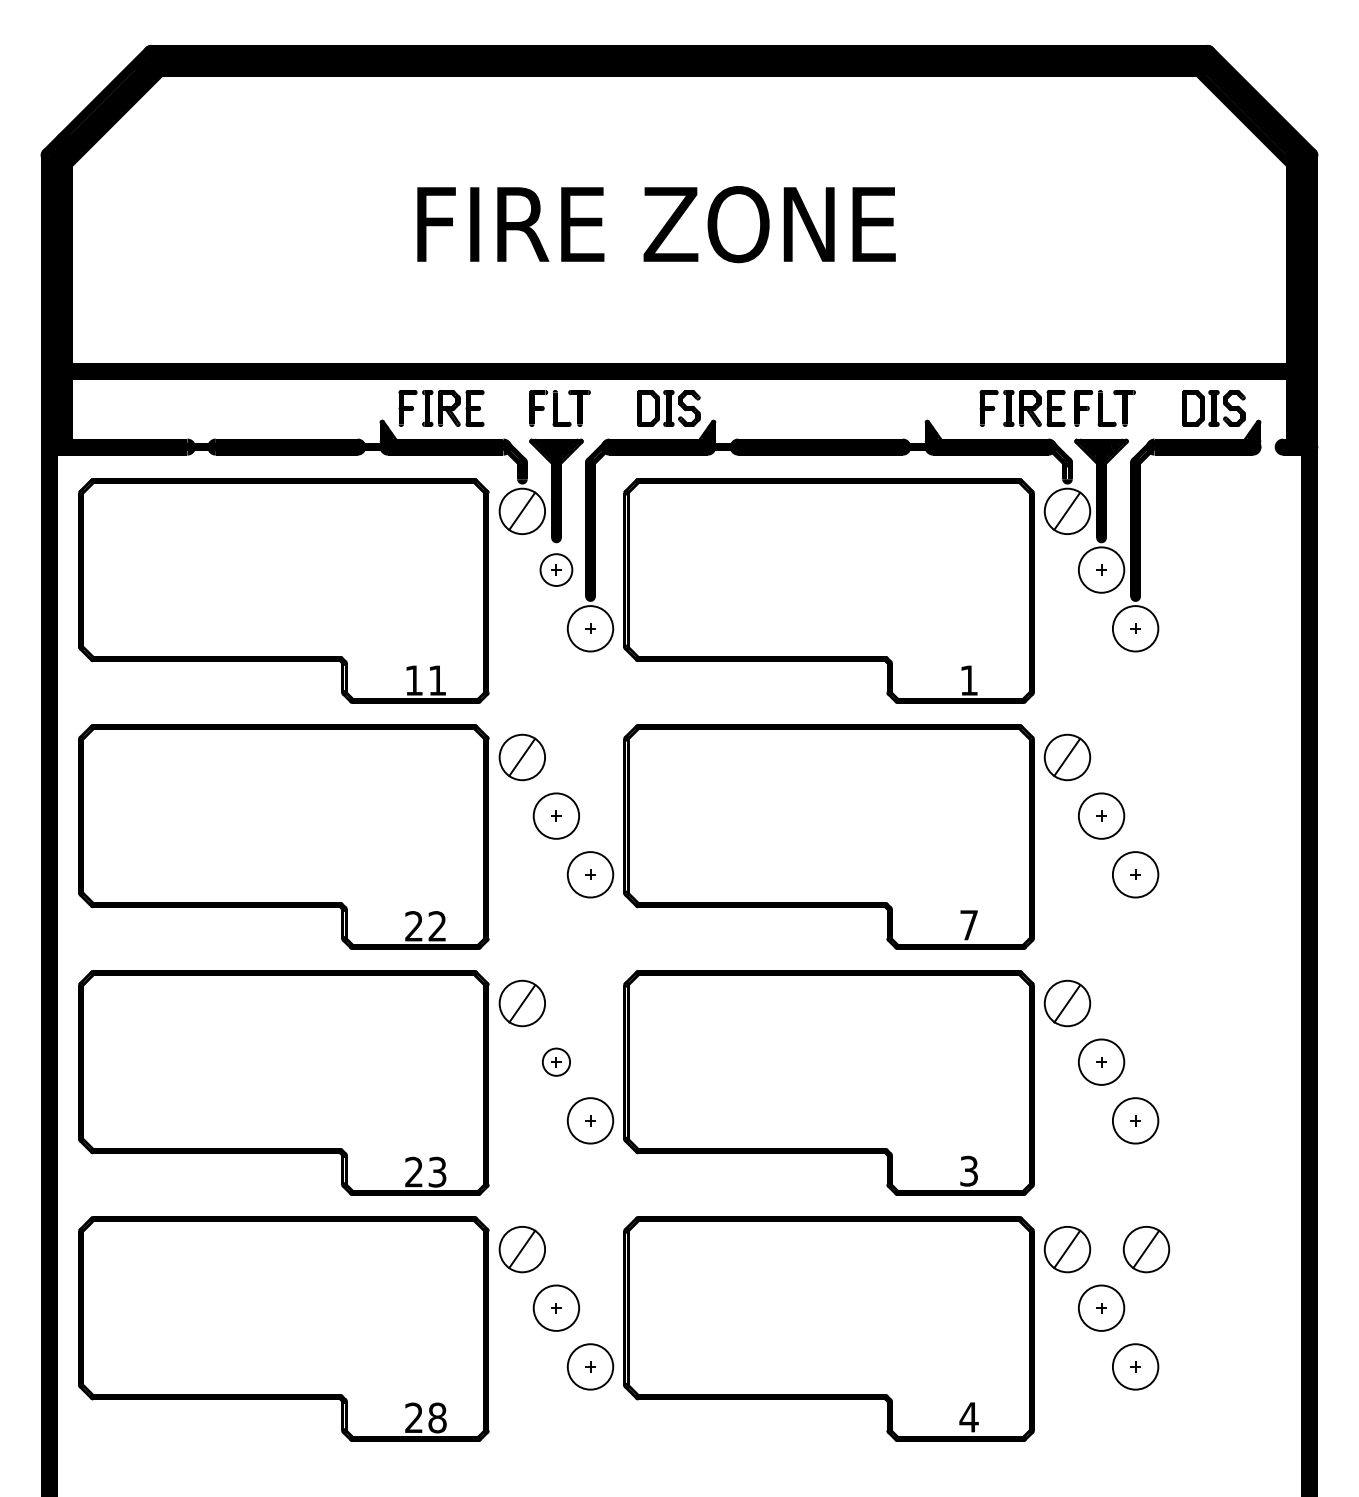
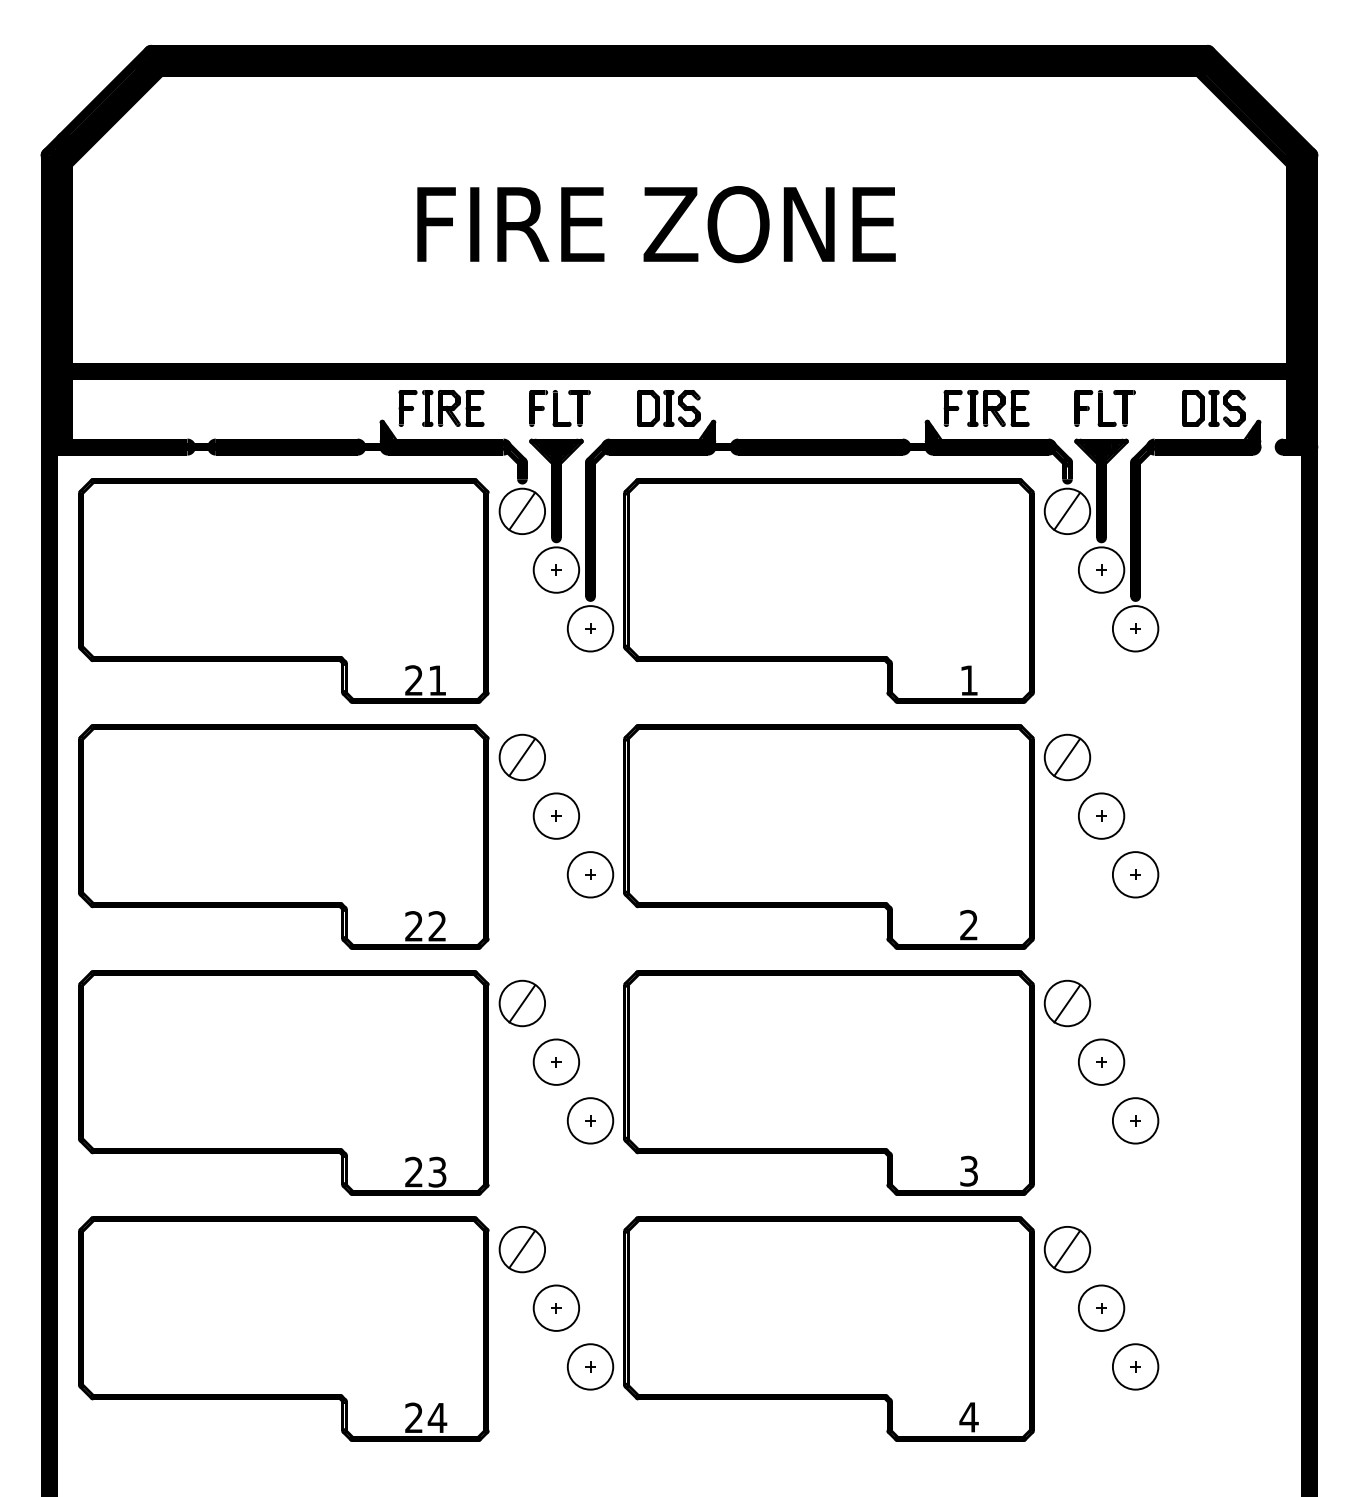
part at (1022, 408) position: (1022, 408) -> (986, 408)
circle at (556, 569) diameter: 32 px -> 45 px
text at (413, 680): 11 -> 21
text at (968, 924): 7 -> 2
circle at (556, 1061) diameter: 27 px -> 45 px
part at (1146, 1249): present -> none
text at (437, 1417): 28 -> 24
